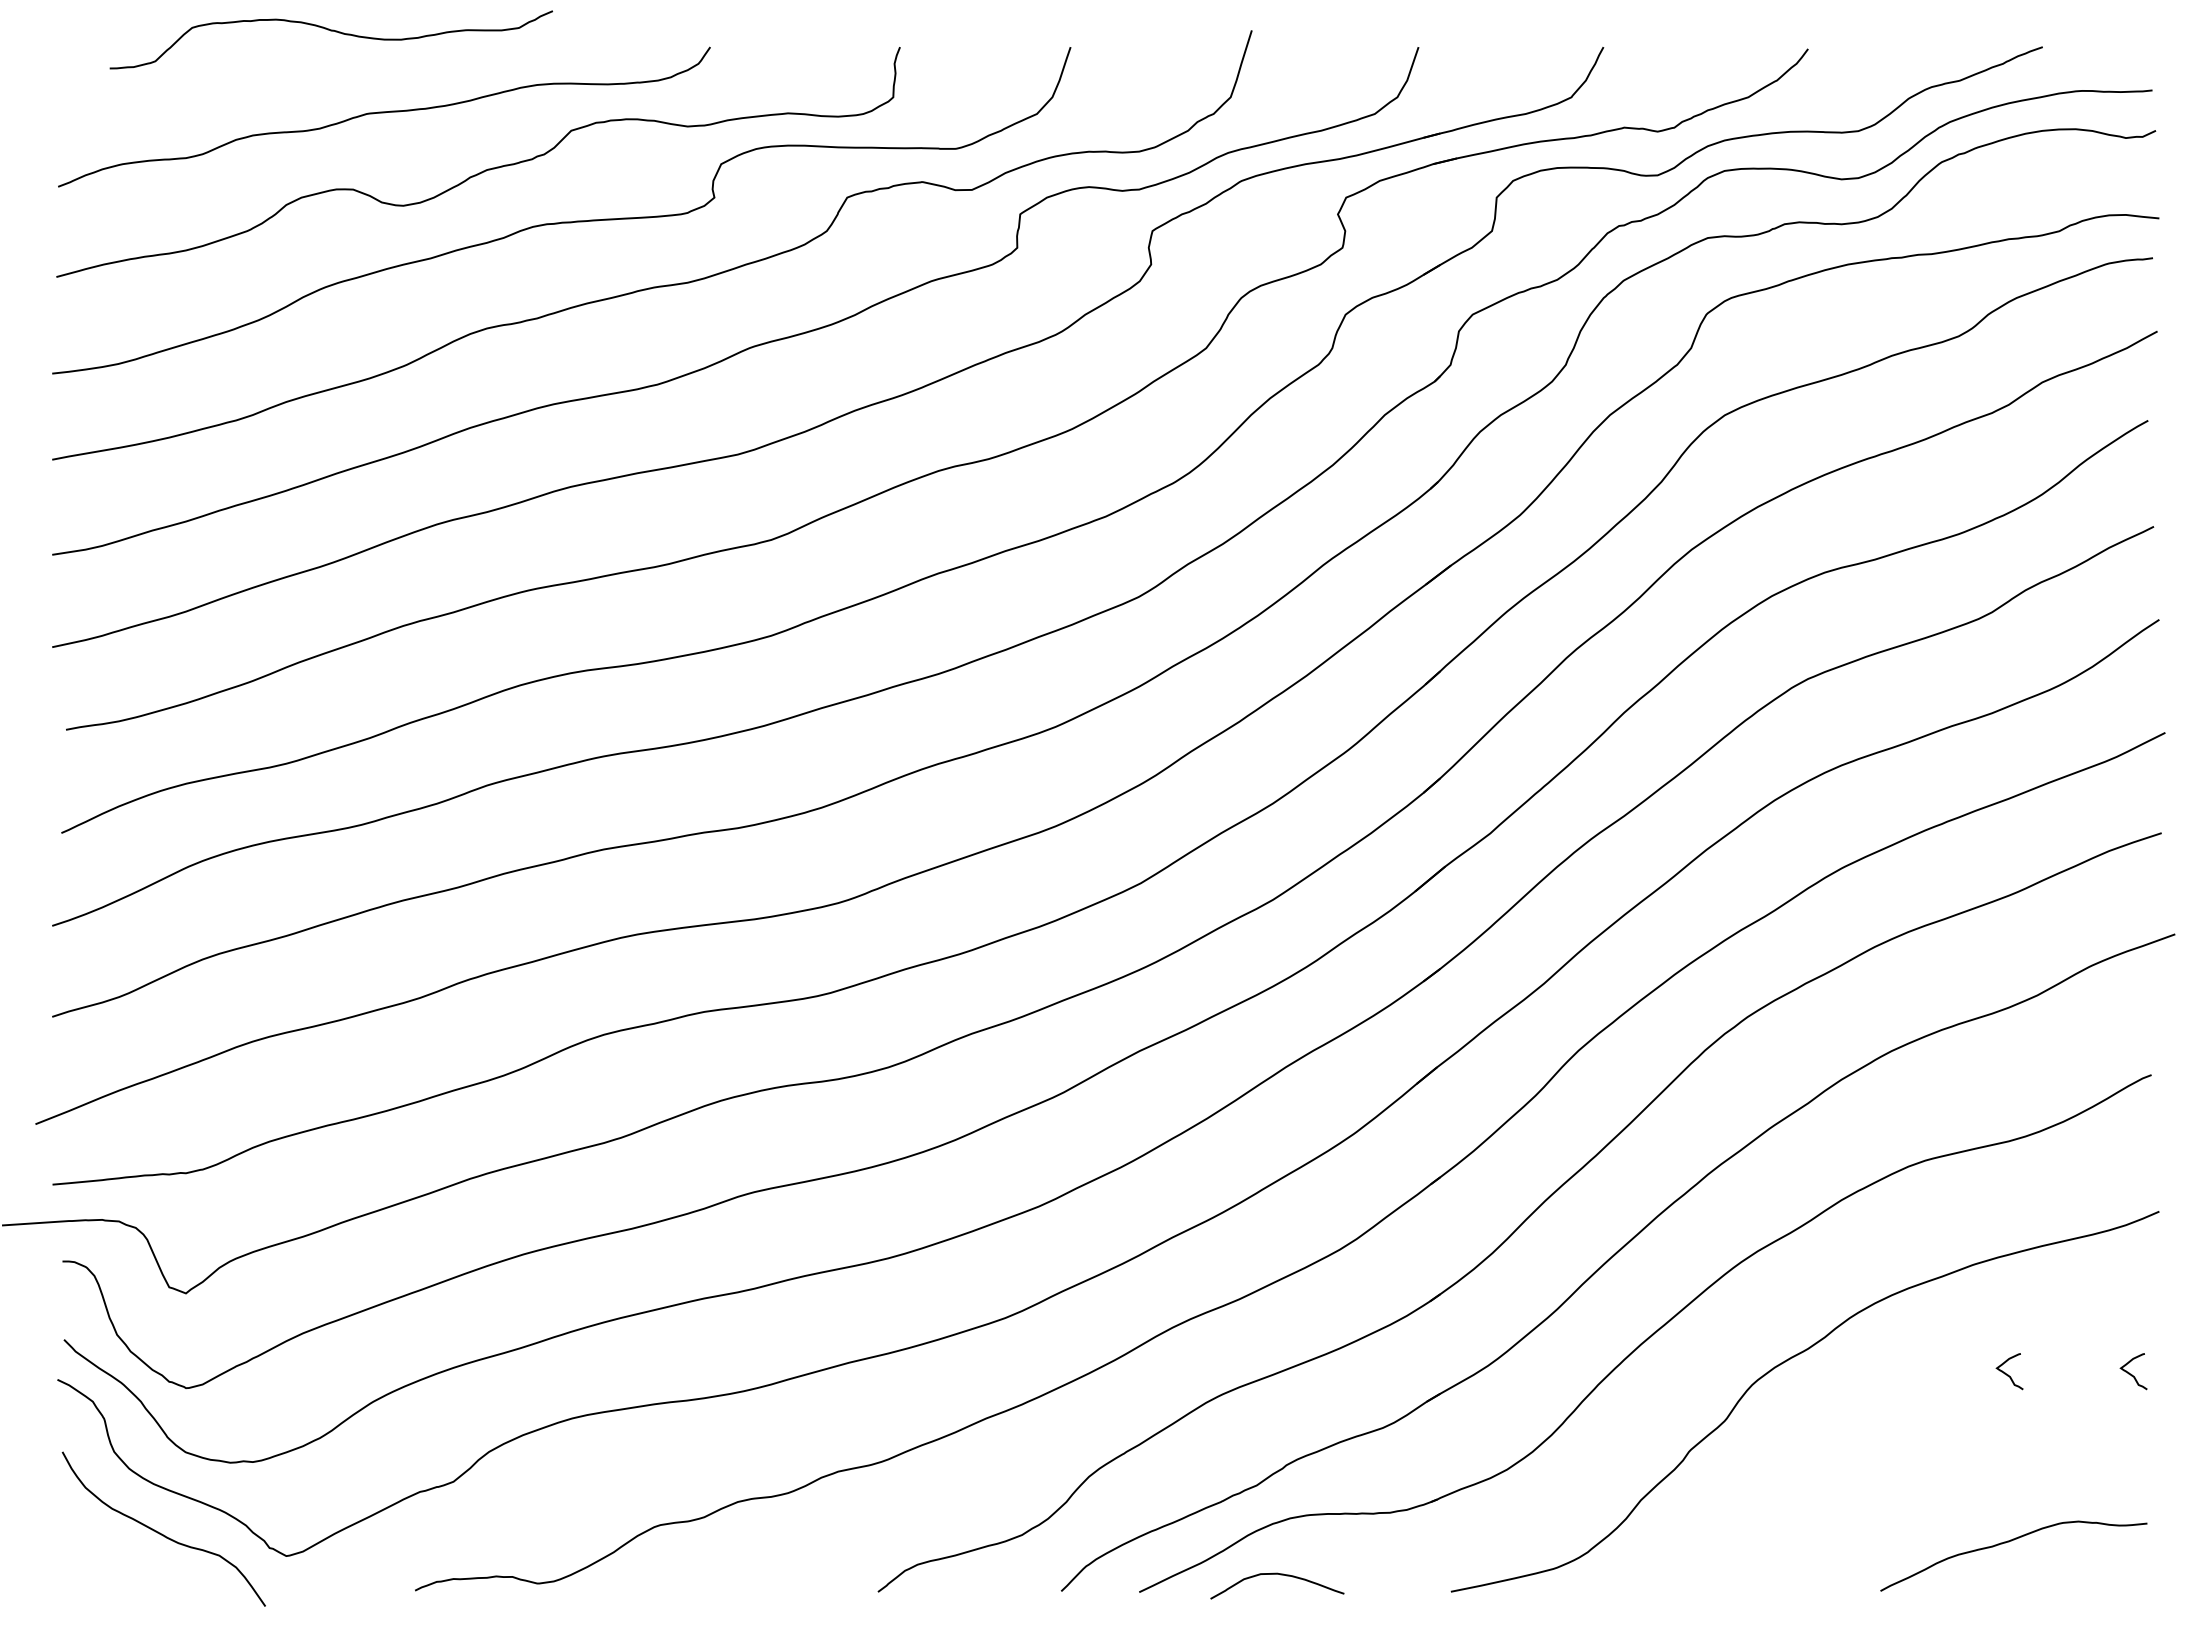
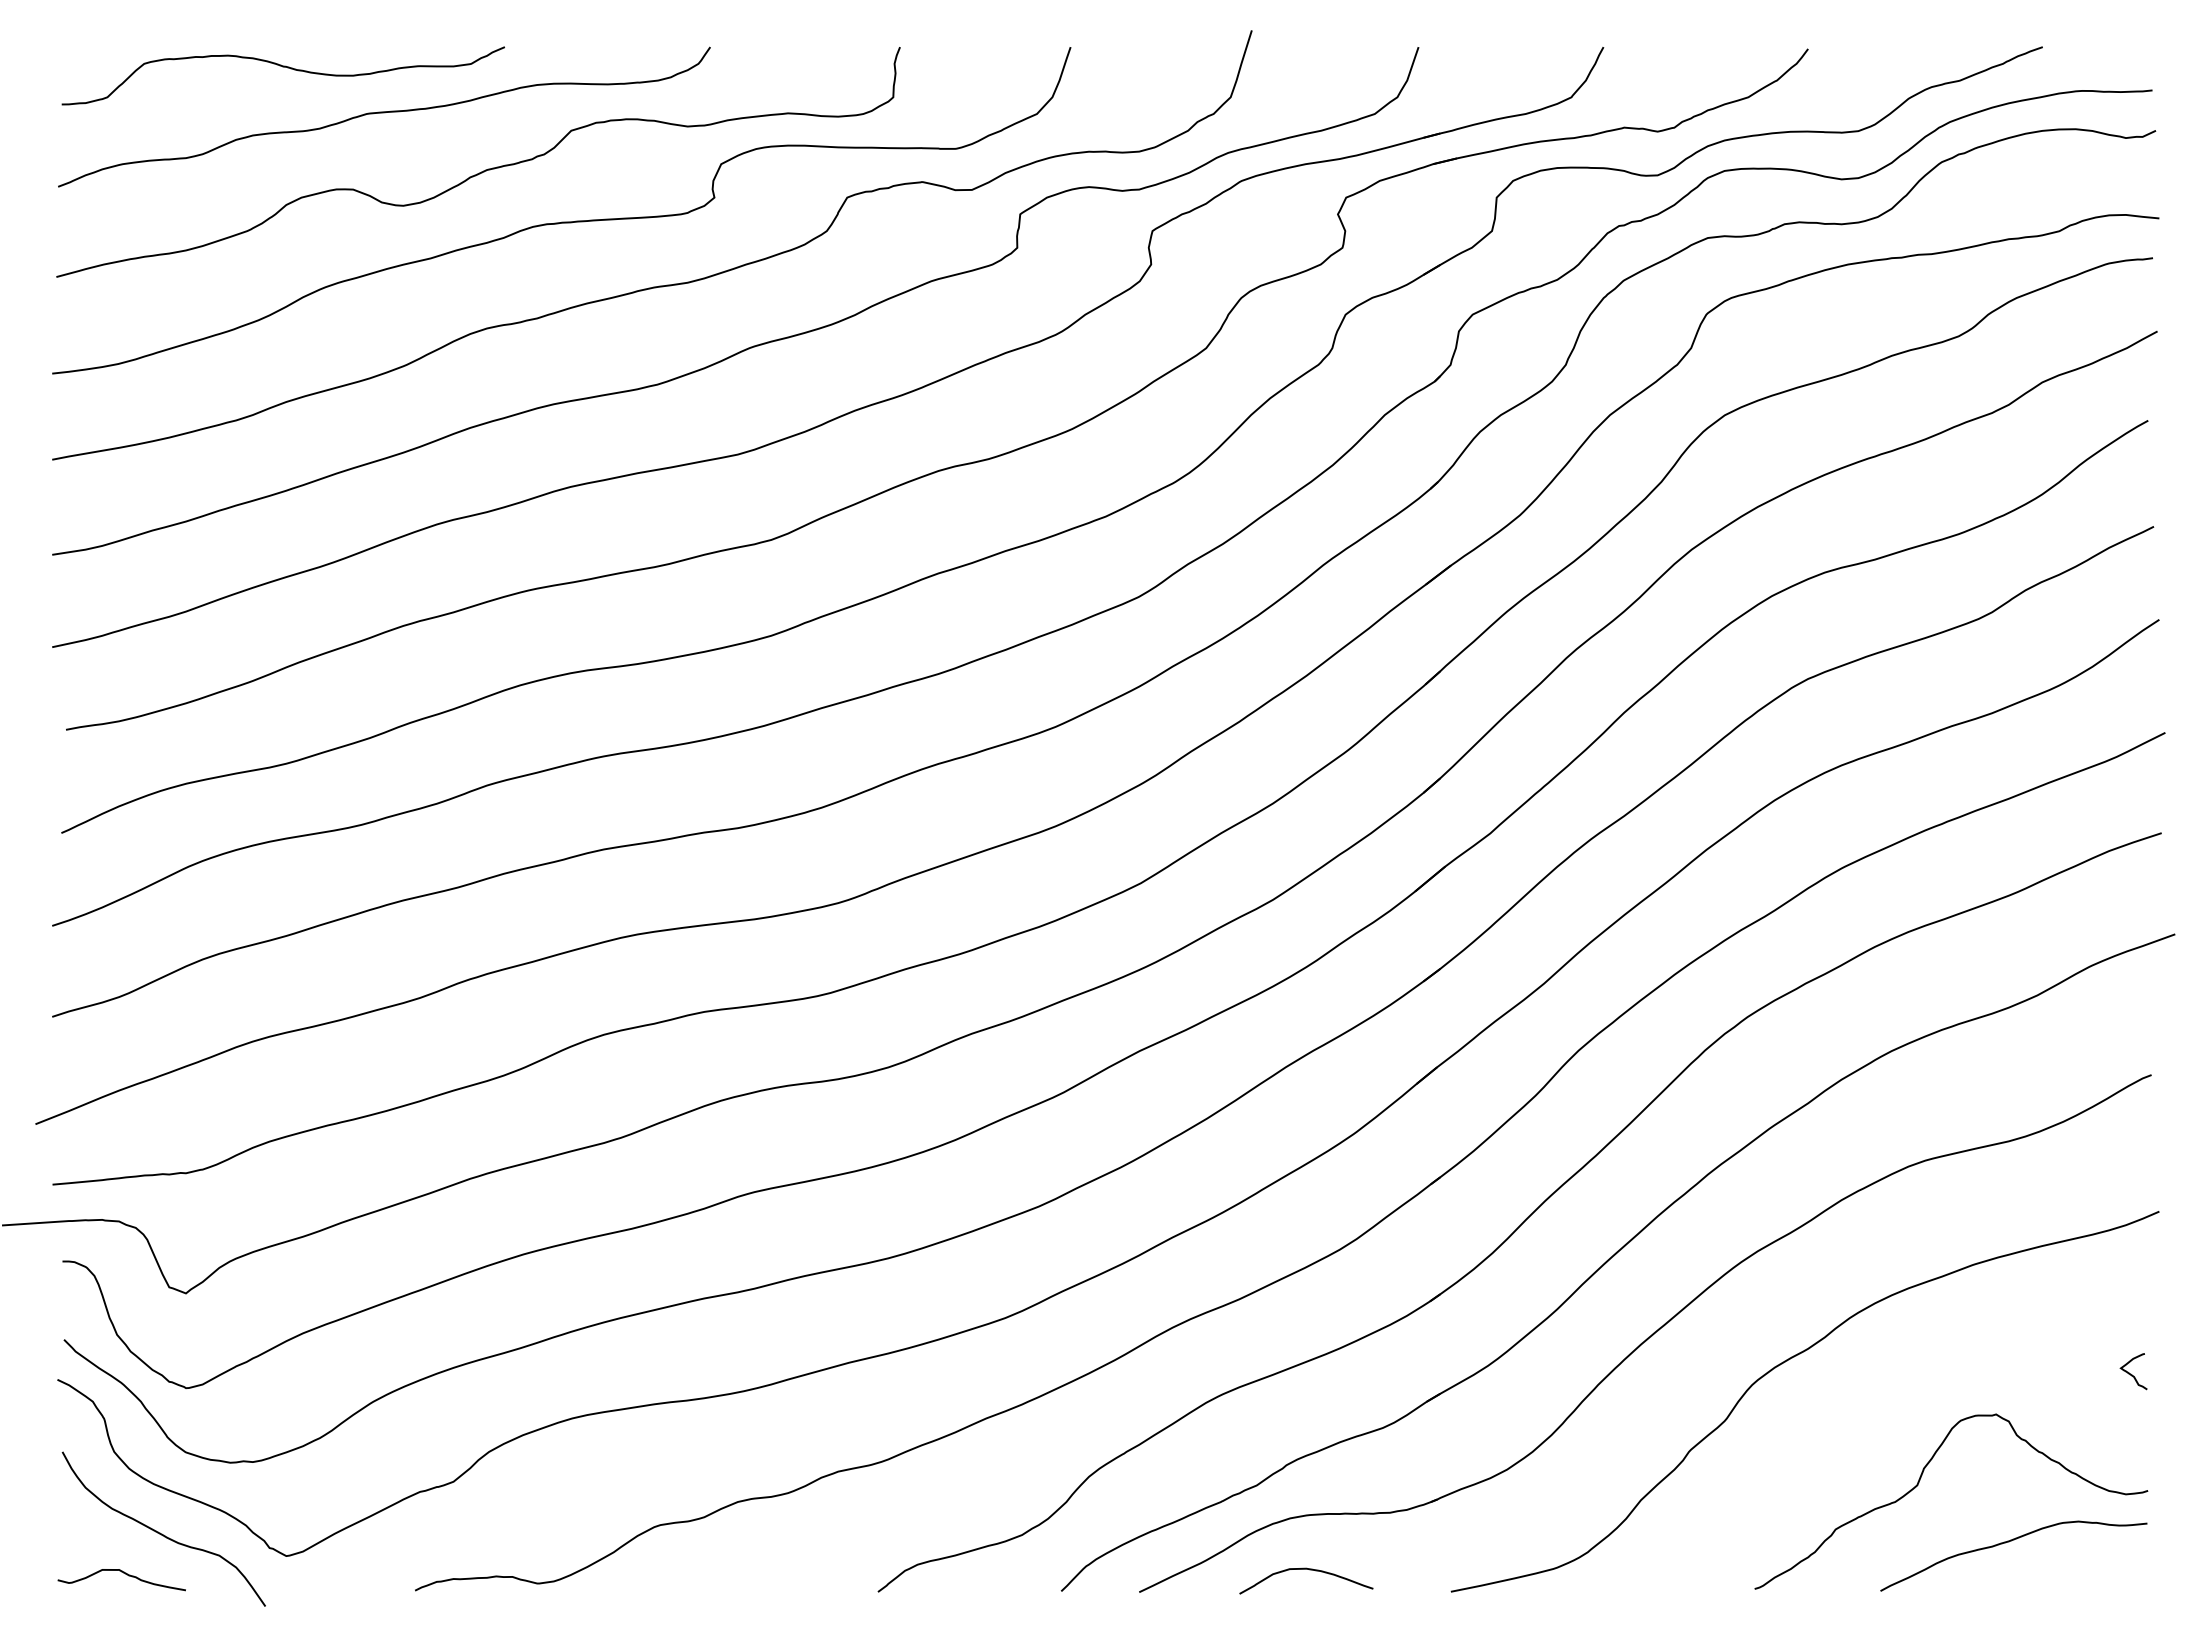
curve at (330, 31) position: (330, 31) -> (282, 67)
curve at (2008, 1374): present -> none
curve at (1918, 1485): none -> present
curve at (125, 1574): none -> present
curve at (1280, 1575) position: (1280, 1575) -> (1309, 1570)
